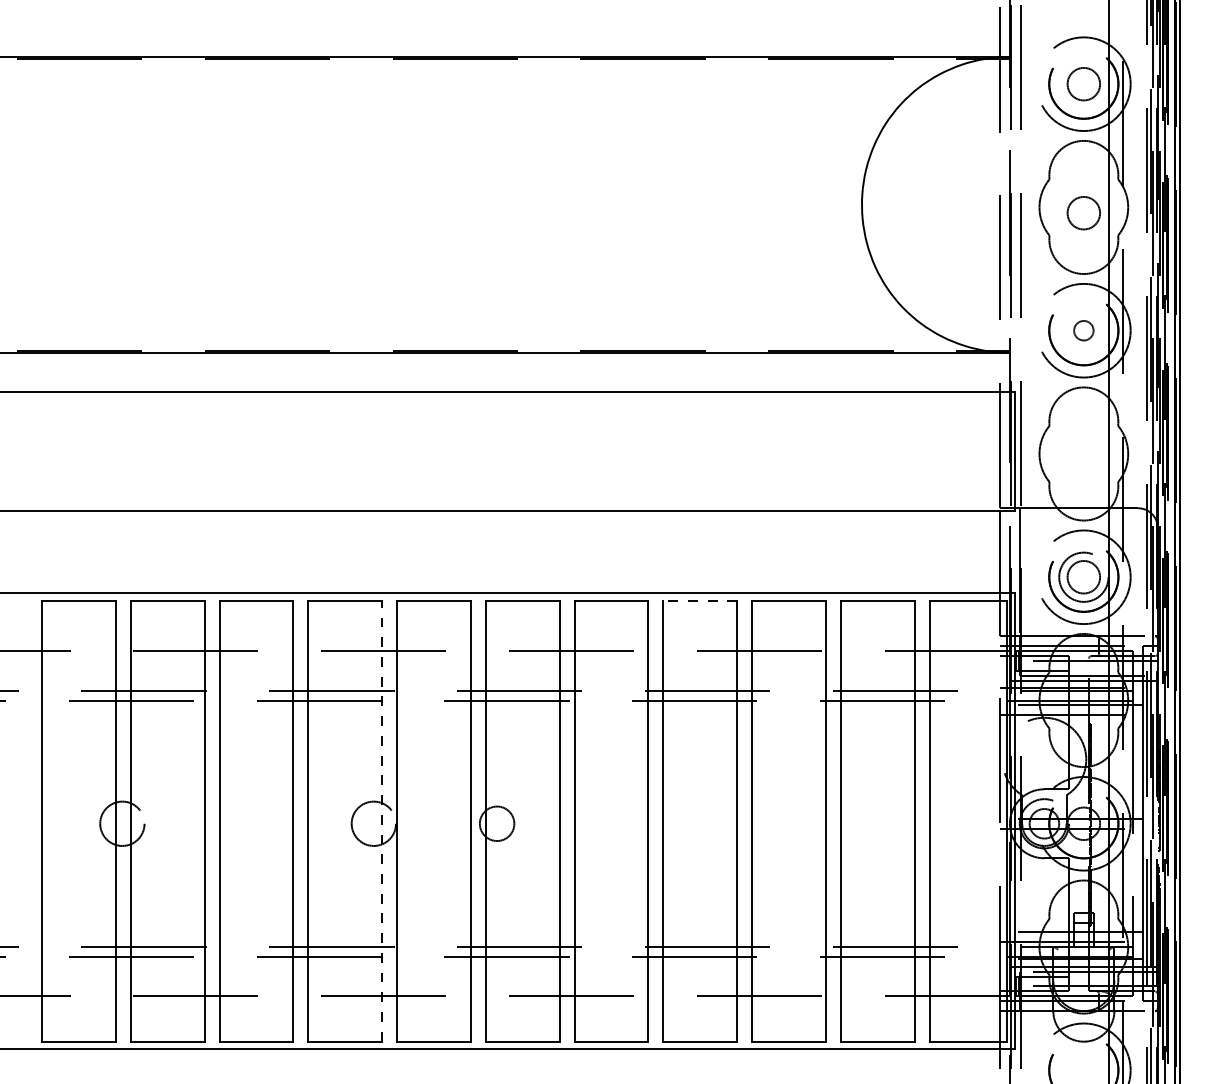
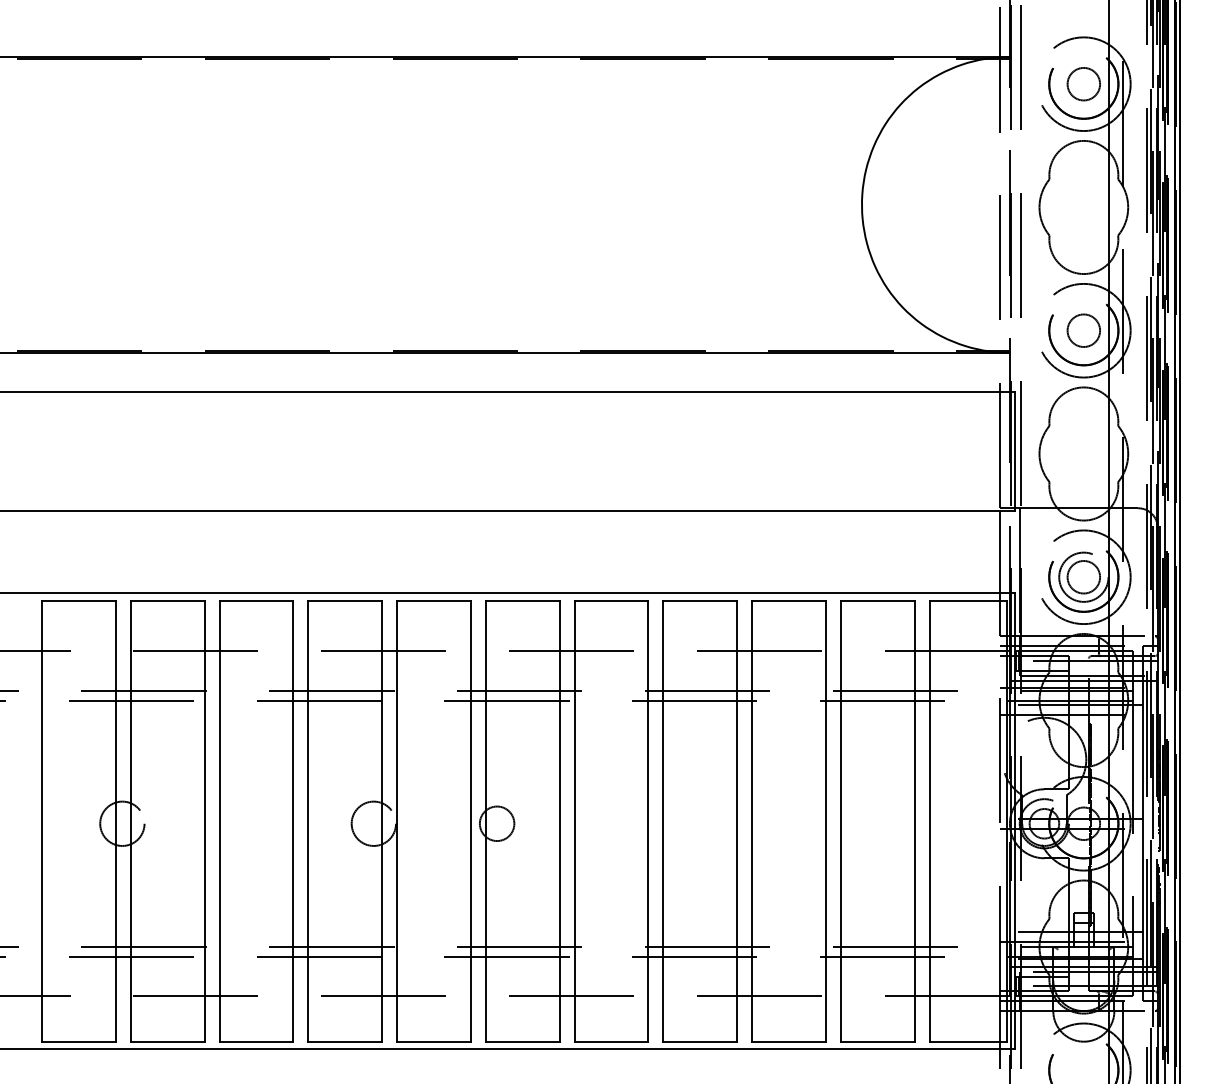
circle at (1083, 213): present -> none
circle at (1083, 330) diameter: 20 px -> 33 px
line at (700, 600): dashed -> solid
line at (382, 820): dashed -> solid
